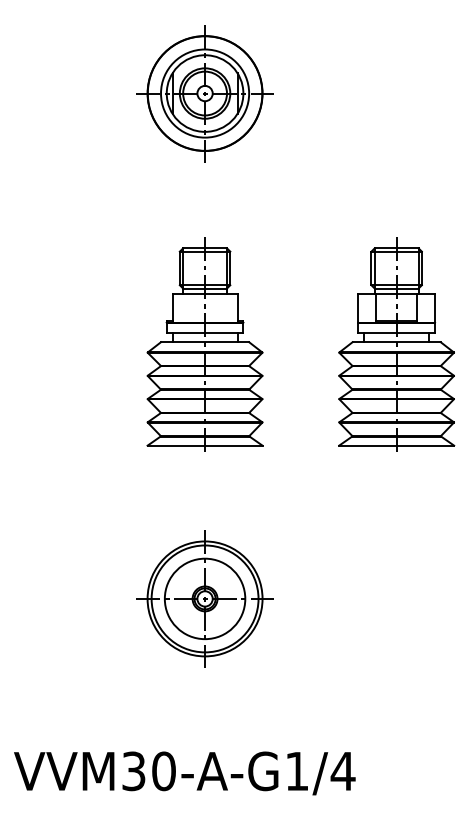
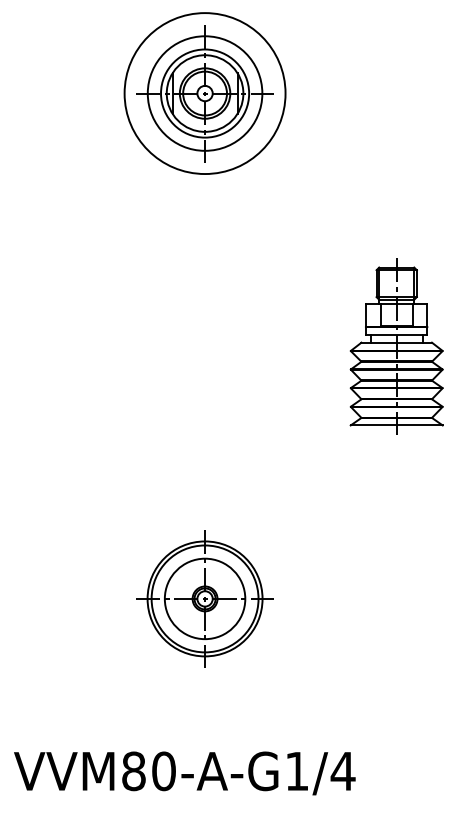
circle at (204, 93) diameter: 115 px -> 161 px
part at (204, 344): present -> none
part at (396, 344) size: 118x215 px -> 95x177 px
text at (133, 771): VVM30-A-G1/4 -> VVM80-A-G1/4
